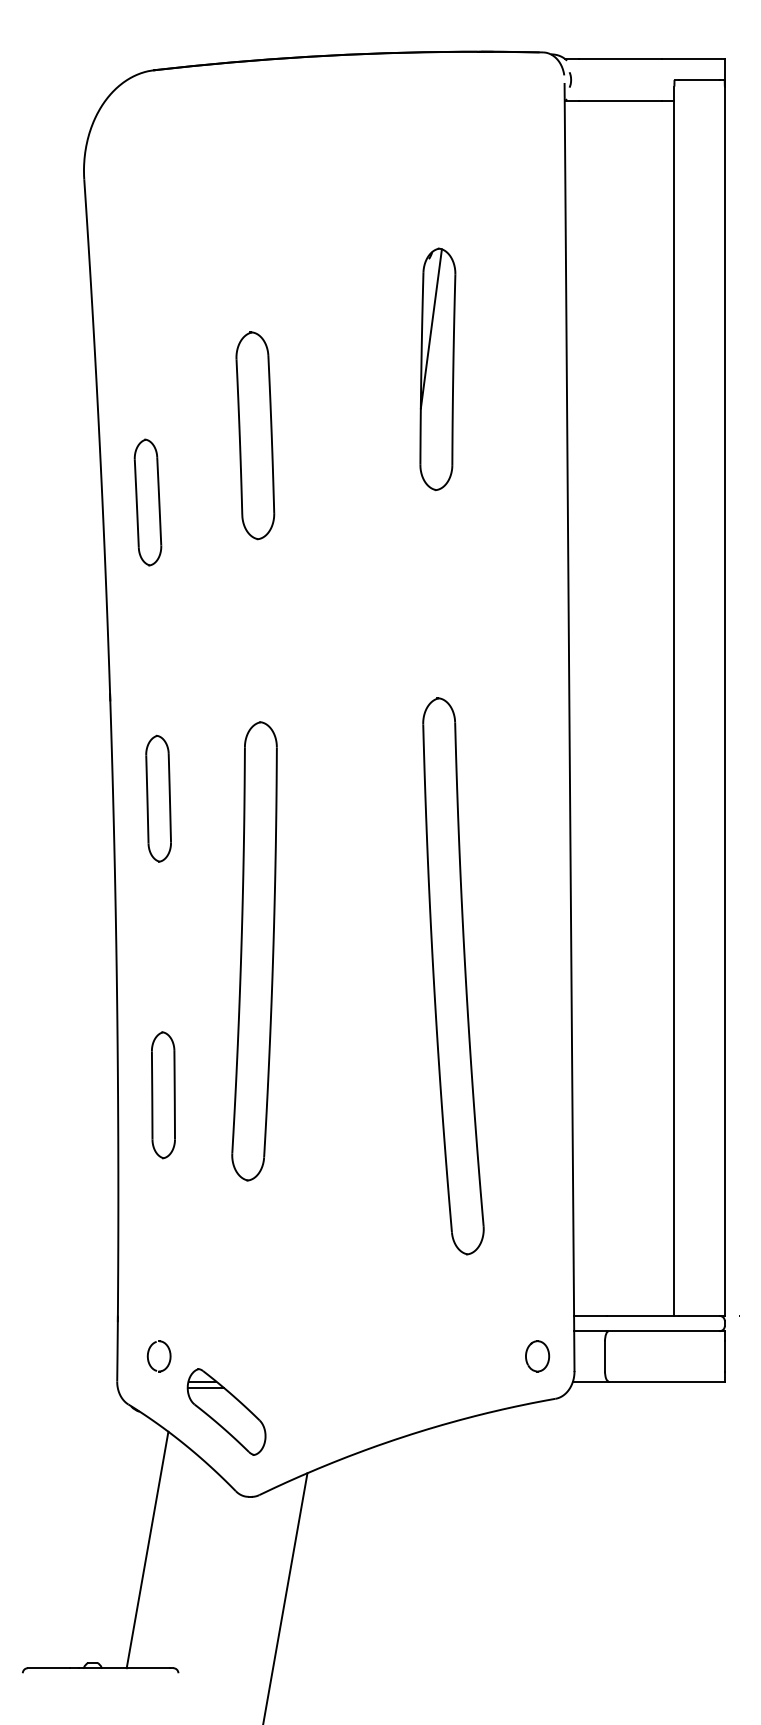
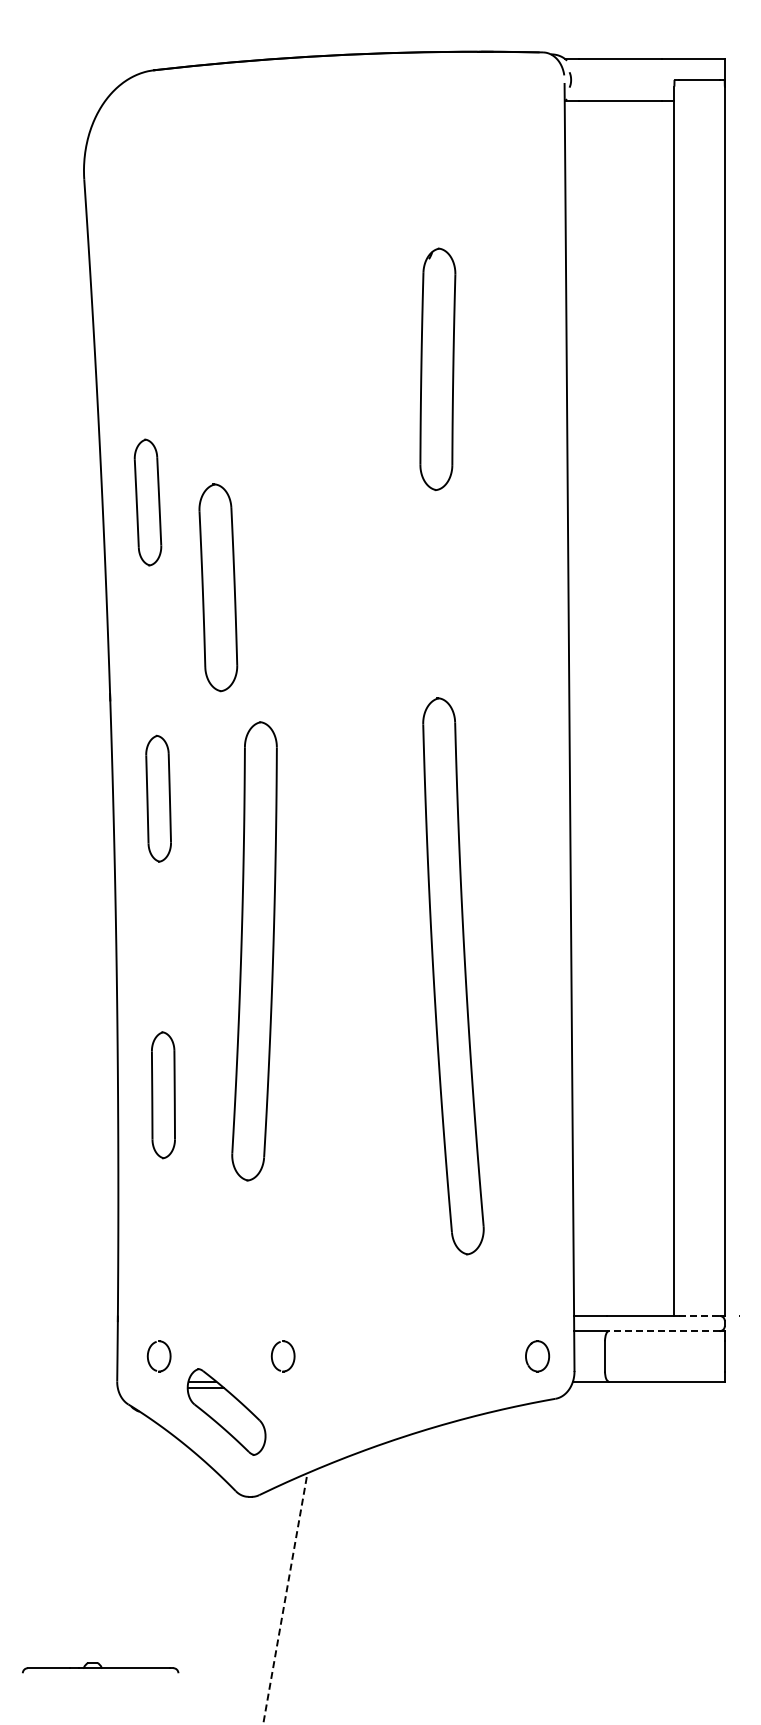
line at (430, 328): present -> none
part at (255, 435) position: (255, 435) -> (218, 587)
line at (700, 1316): solid -> dashed
line at (662, 1331): solid -> dashed
part at (273, 1352): none -> present
line at (147, 1549): present -> none
line at (285, 1598): solid -> dashed
